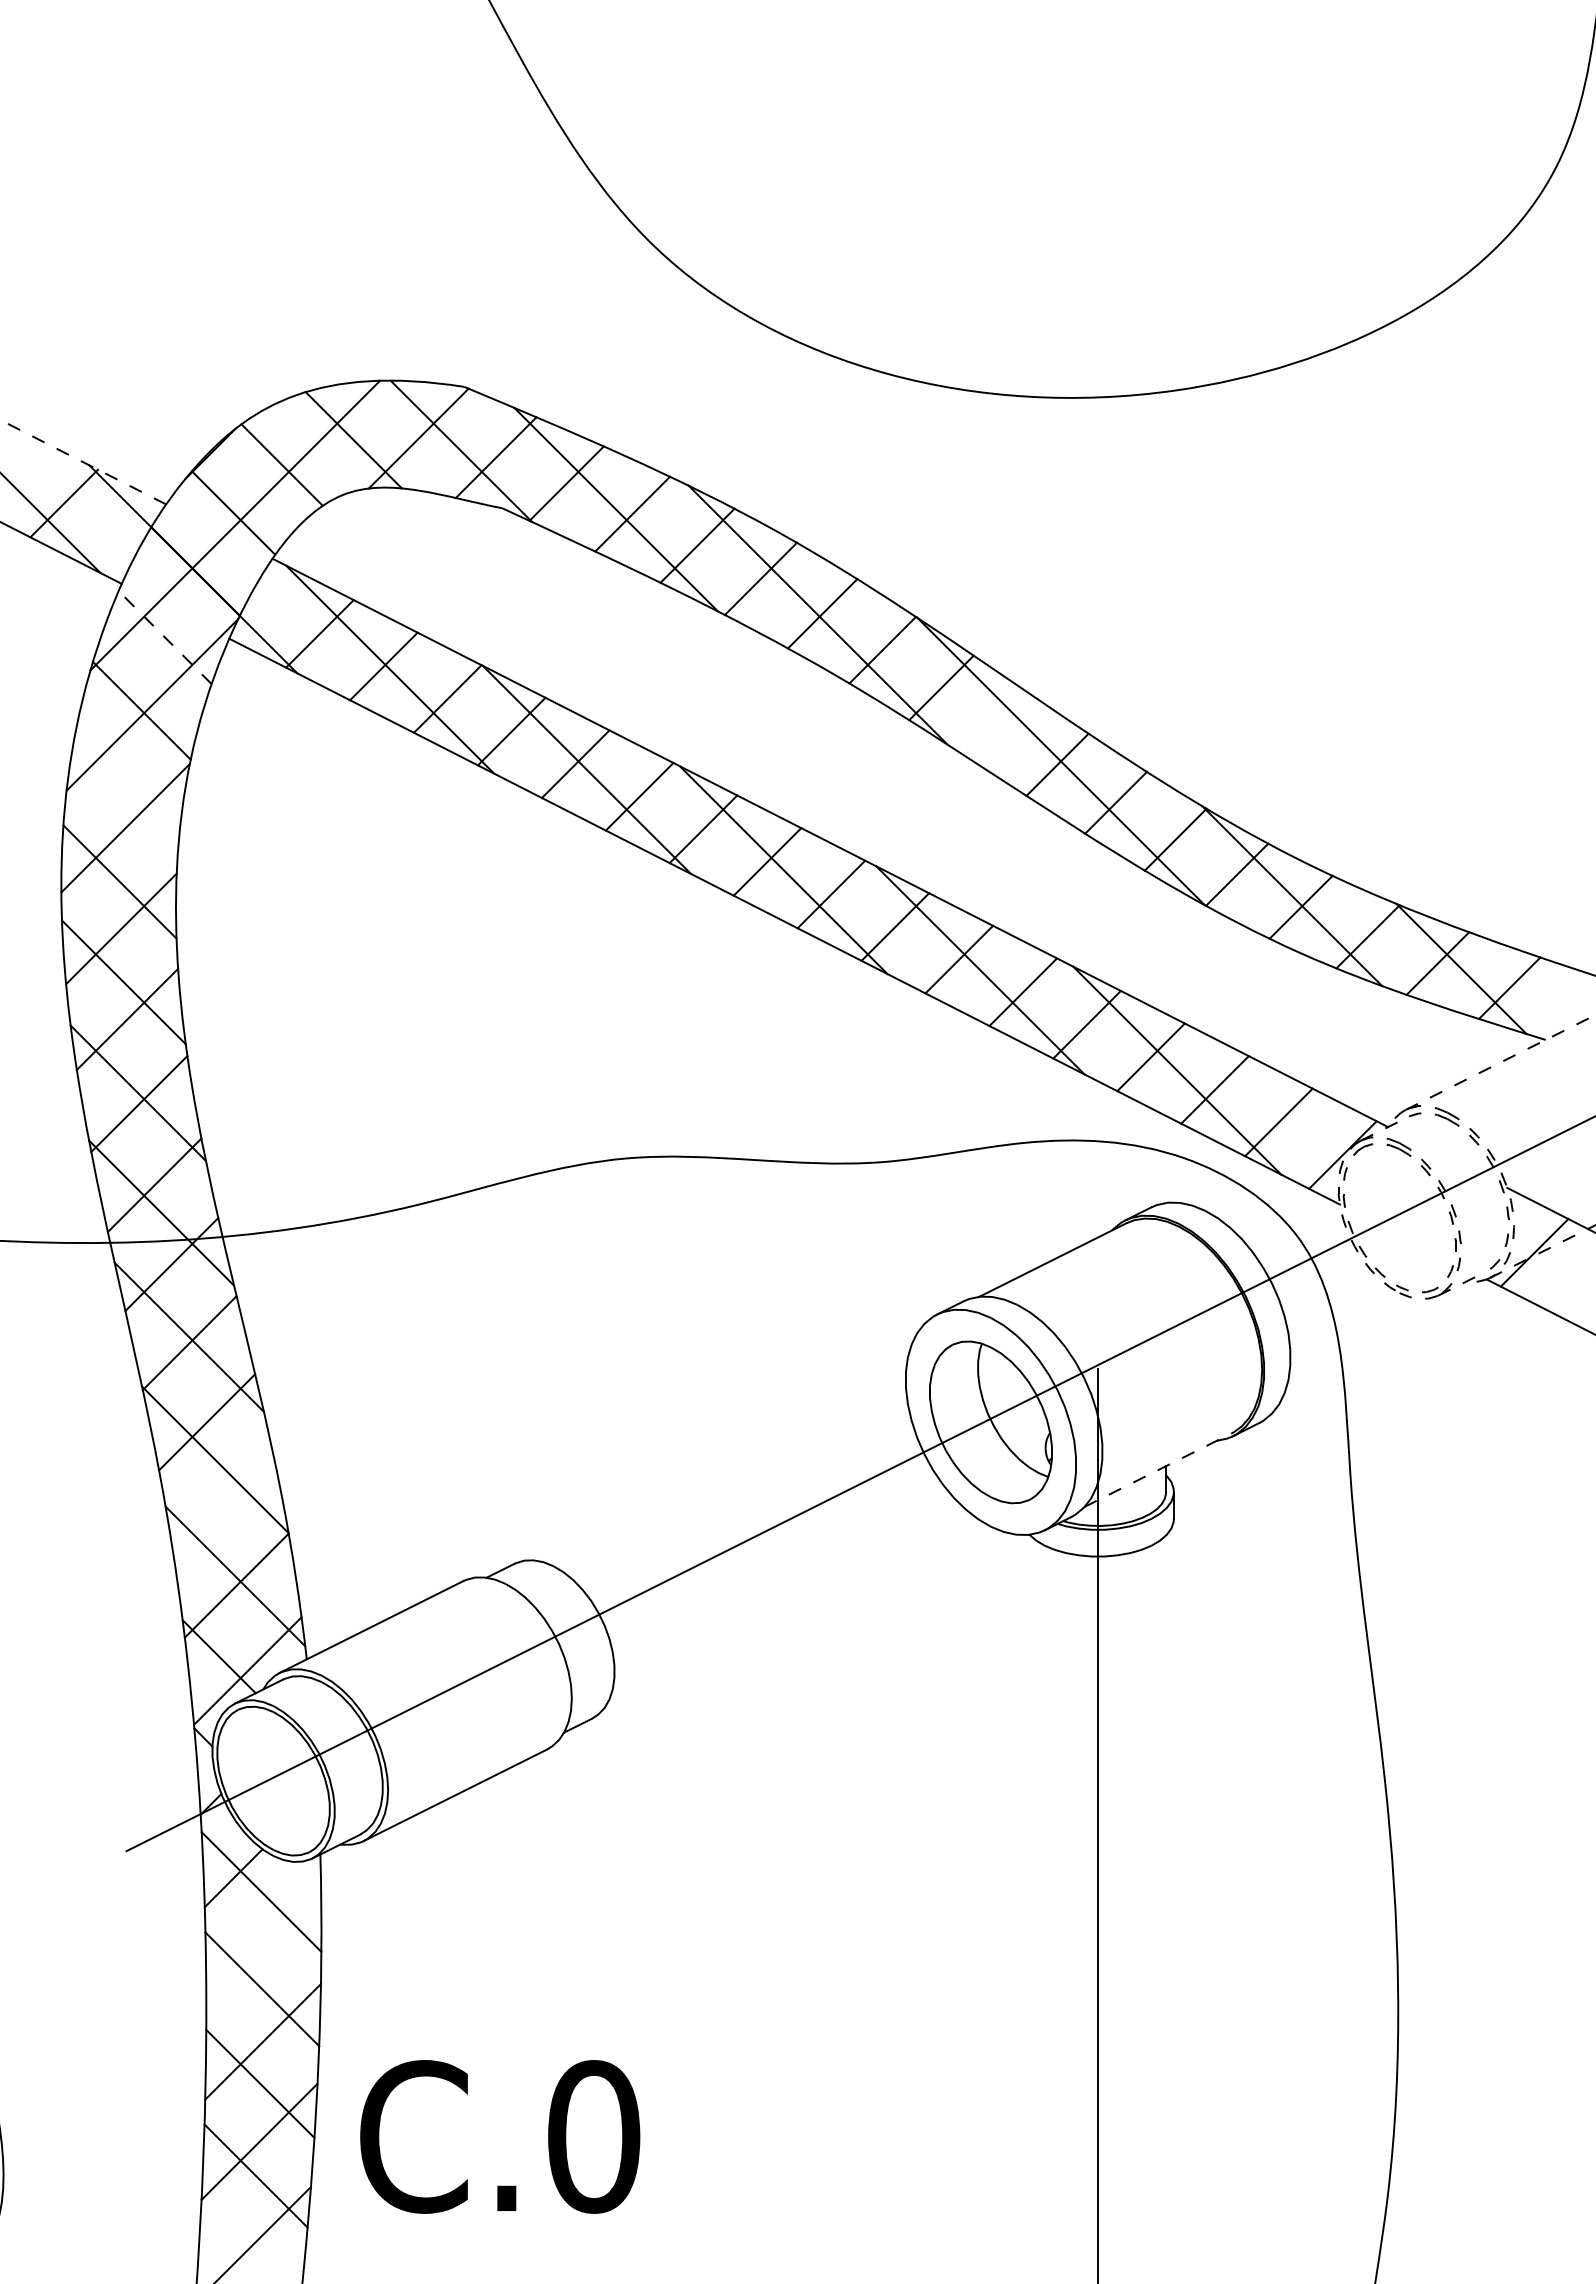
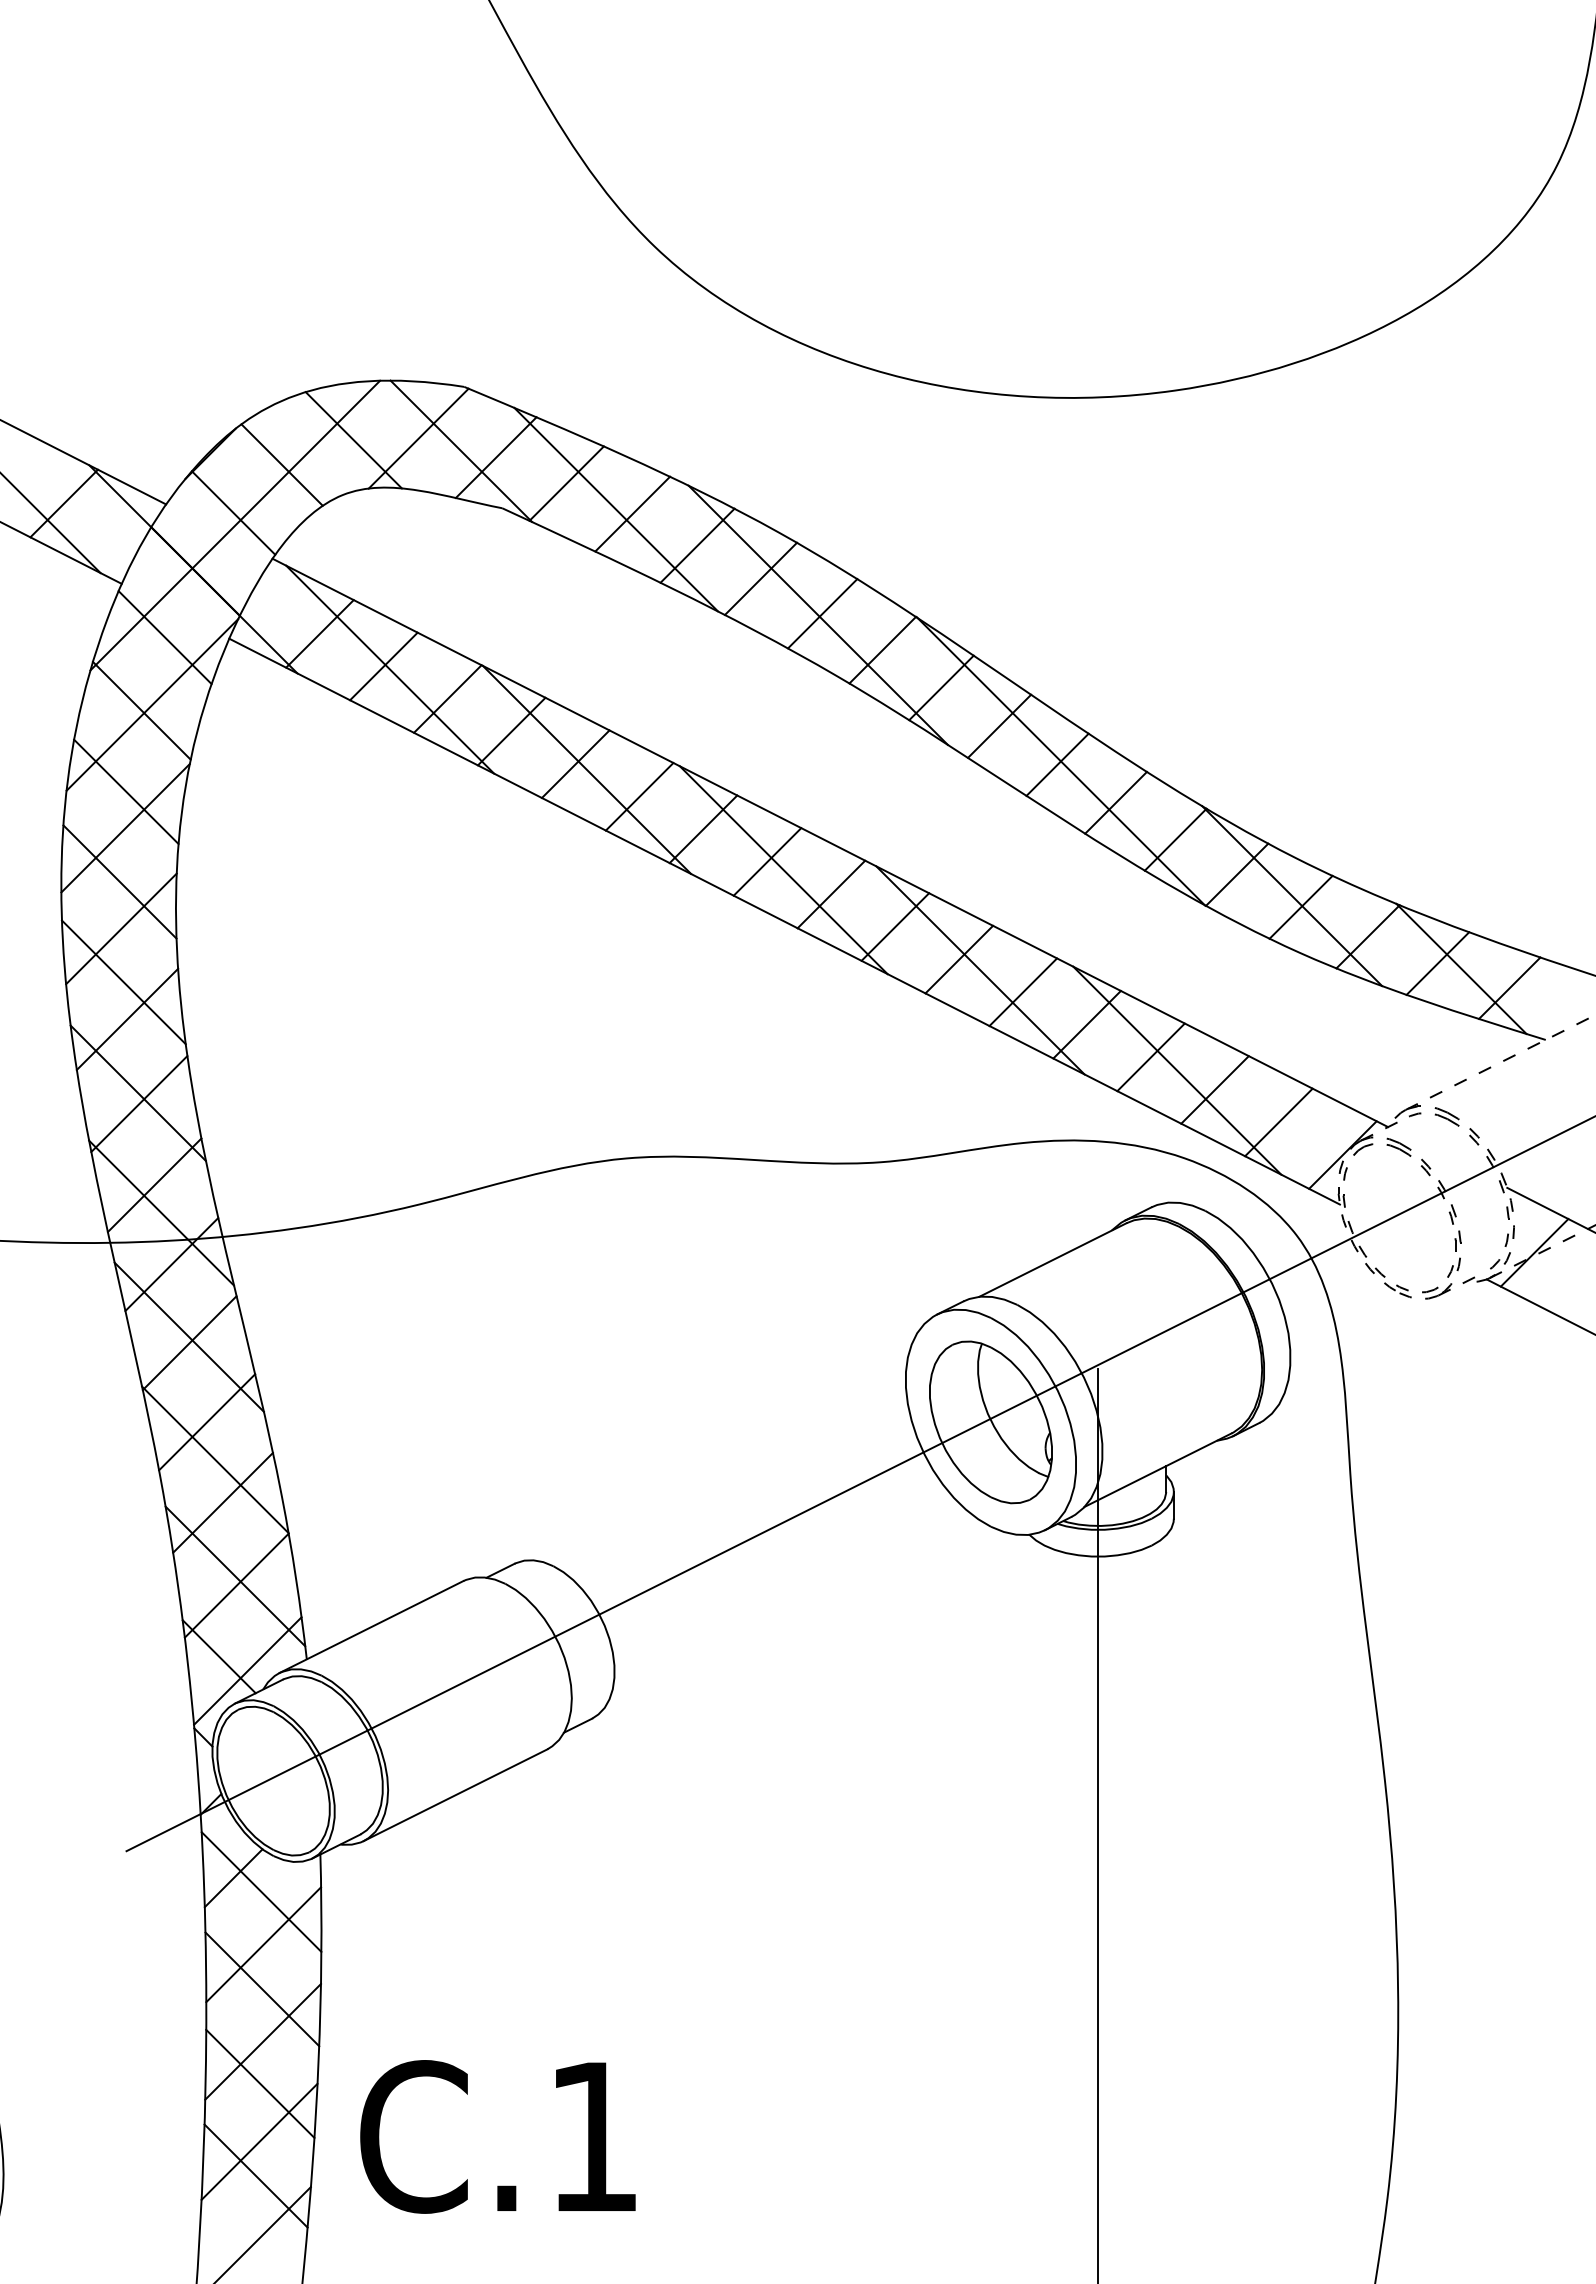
line at (83, 462): dashed -> solid
line at (165, 637): dashed -> solid
line at (999, 725): none -> present
line at (126, 791): none -> present
line at (1158, 1469): dashed -> solid
line at (222, 1502): none -> present
line at (263, 1944): none -> present
text at (594, 2136): C.0 -> C.1
